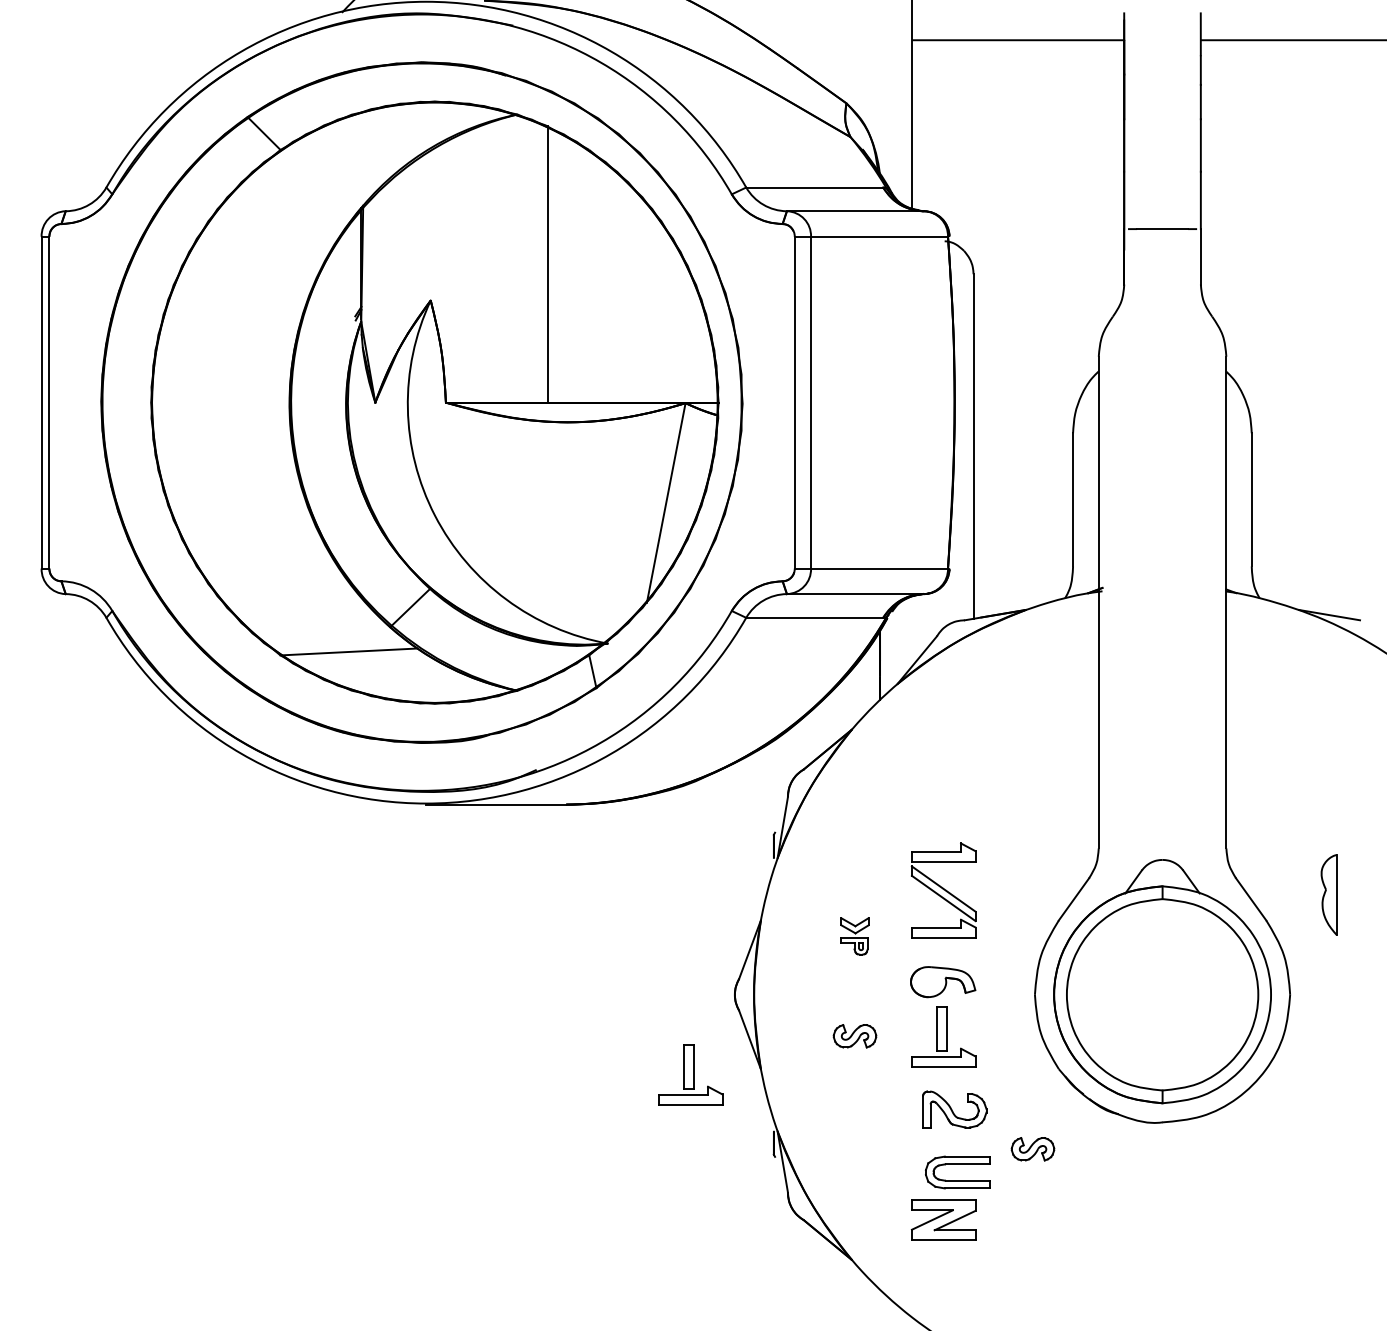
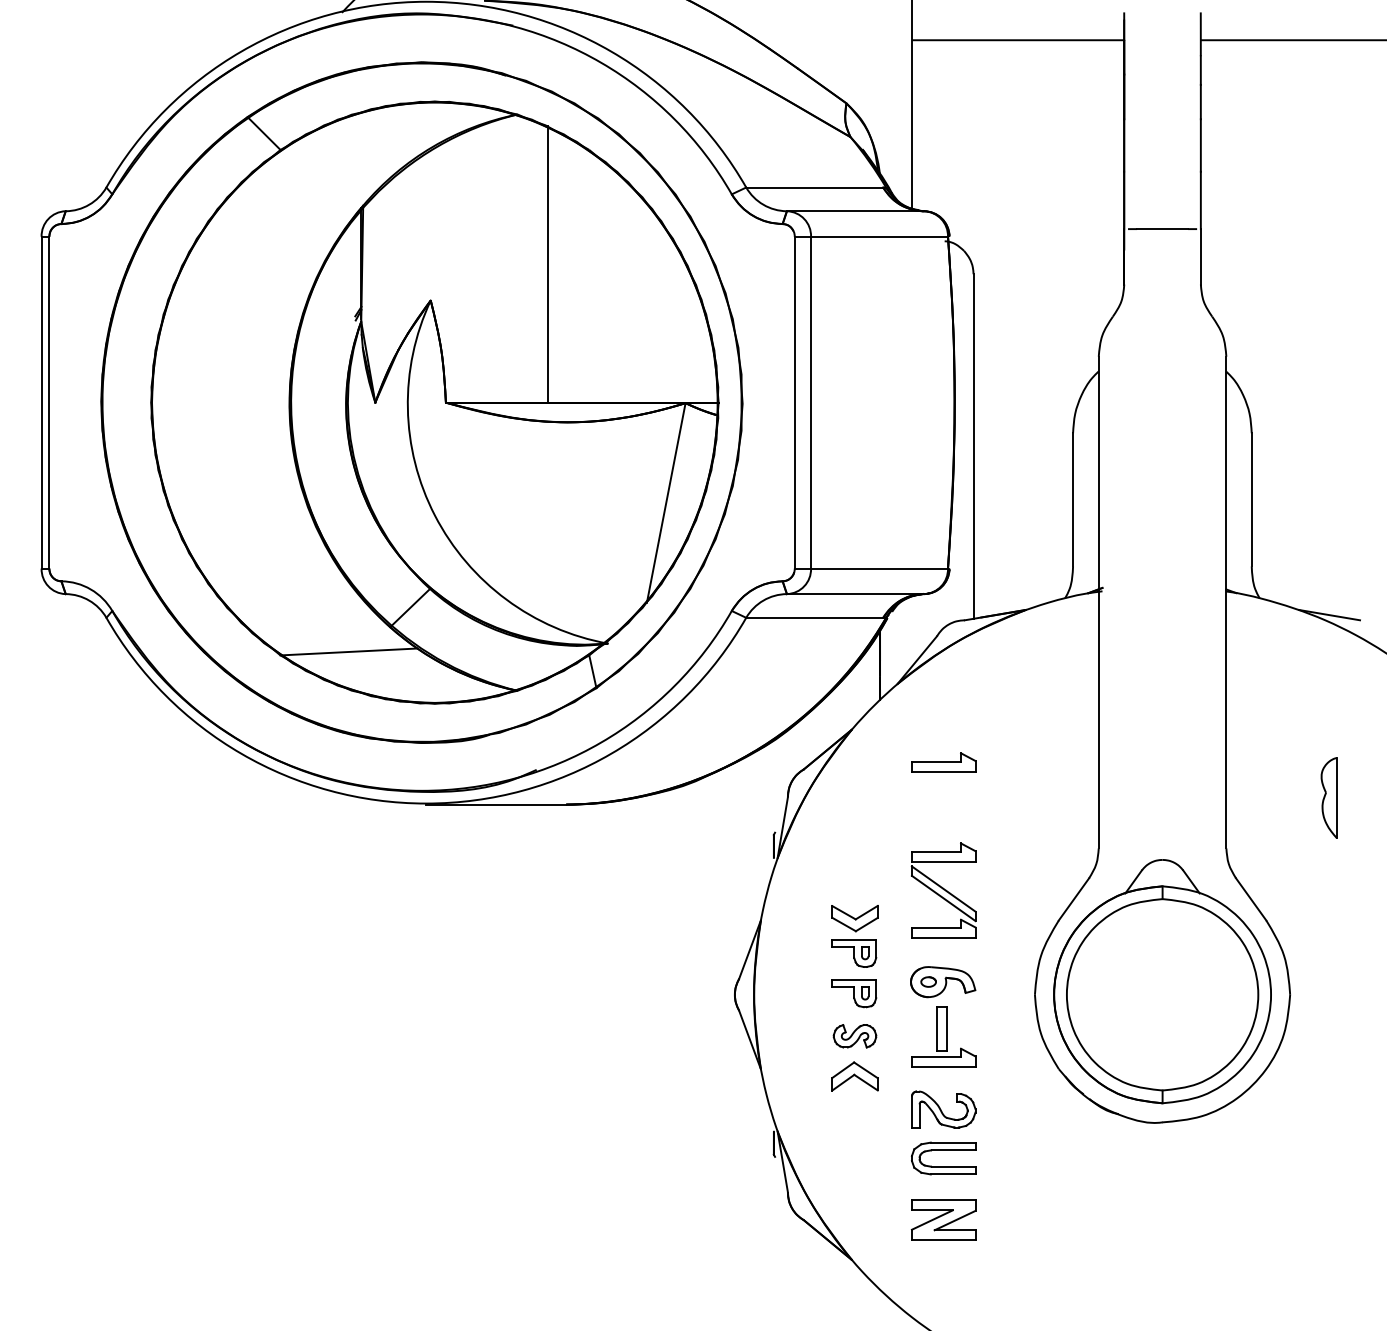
part at (943, 762): none -> present
part at (1328, 894) position: (1328, 894) -> (1328, 797)
part at (854, 936) size: 30x39 px -> 48x63 px
part at (928, 981): none -> present
part at (854, 993): none -> present
part at (690, 1074): present -> none
part at (854, 1076): none -> present
part at (954, 1109) position: (954, 1109) -> (943, 1109)
part at (1032, 1149): present -> none
part at (957, 1164) position: (957, 1164) -> (943, 1150)
